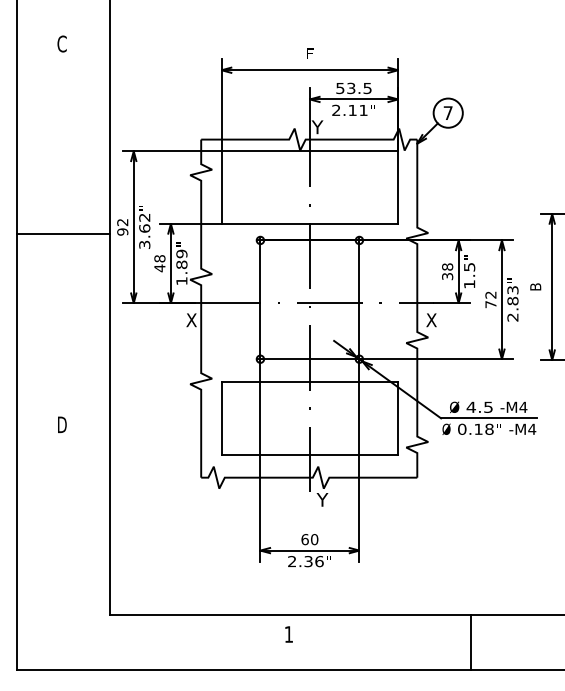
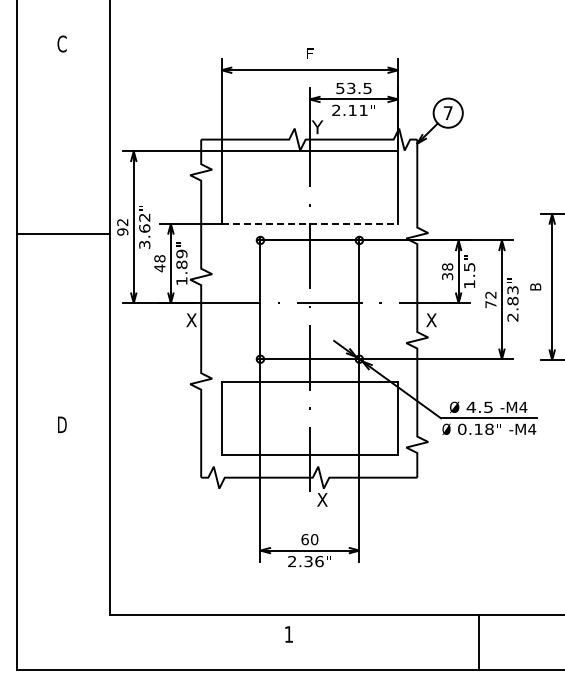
line at (310, 223): solid -> dashed
text at (322, 499): Y -> X
line at (470, 642) position: (470, 642) -> (478, 642)
